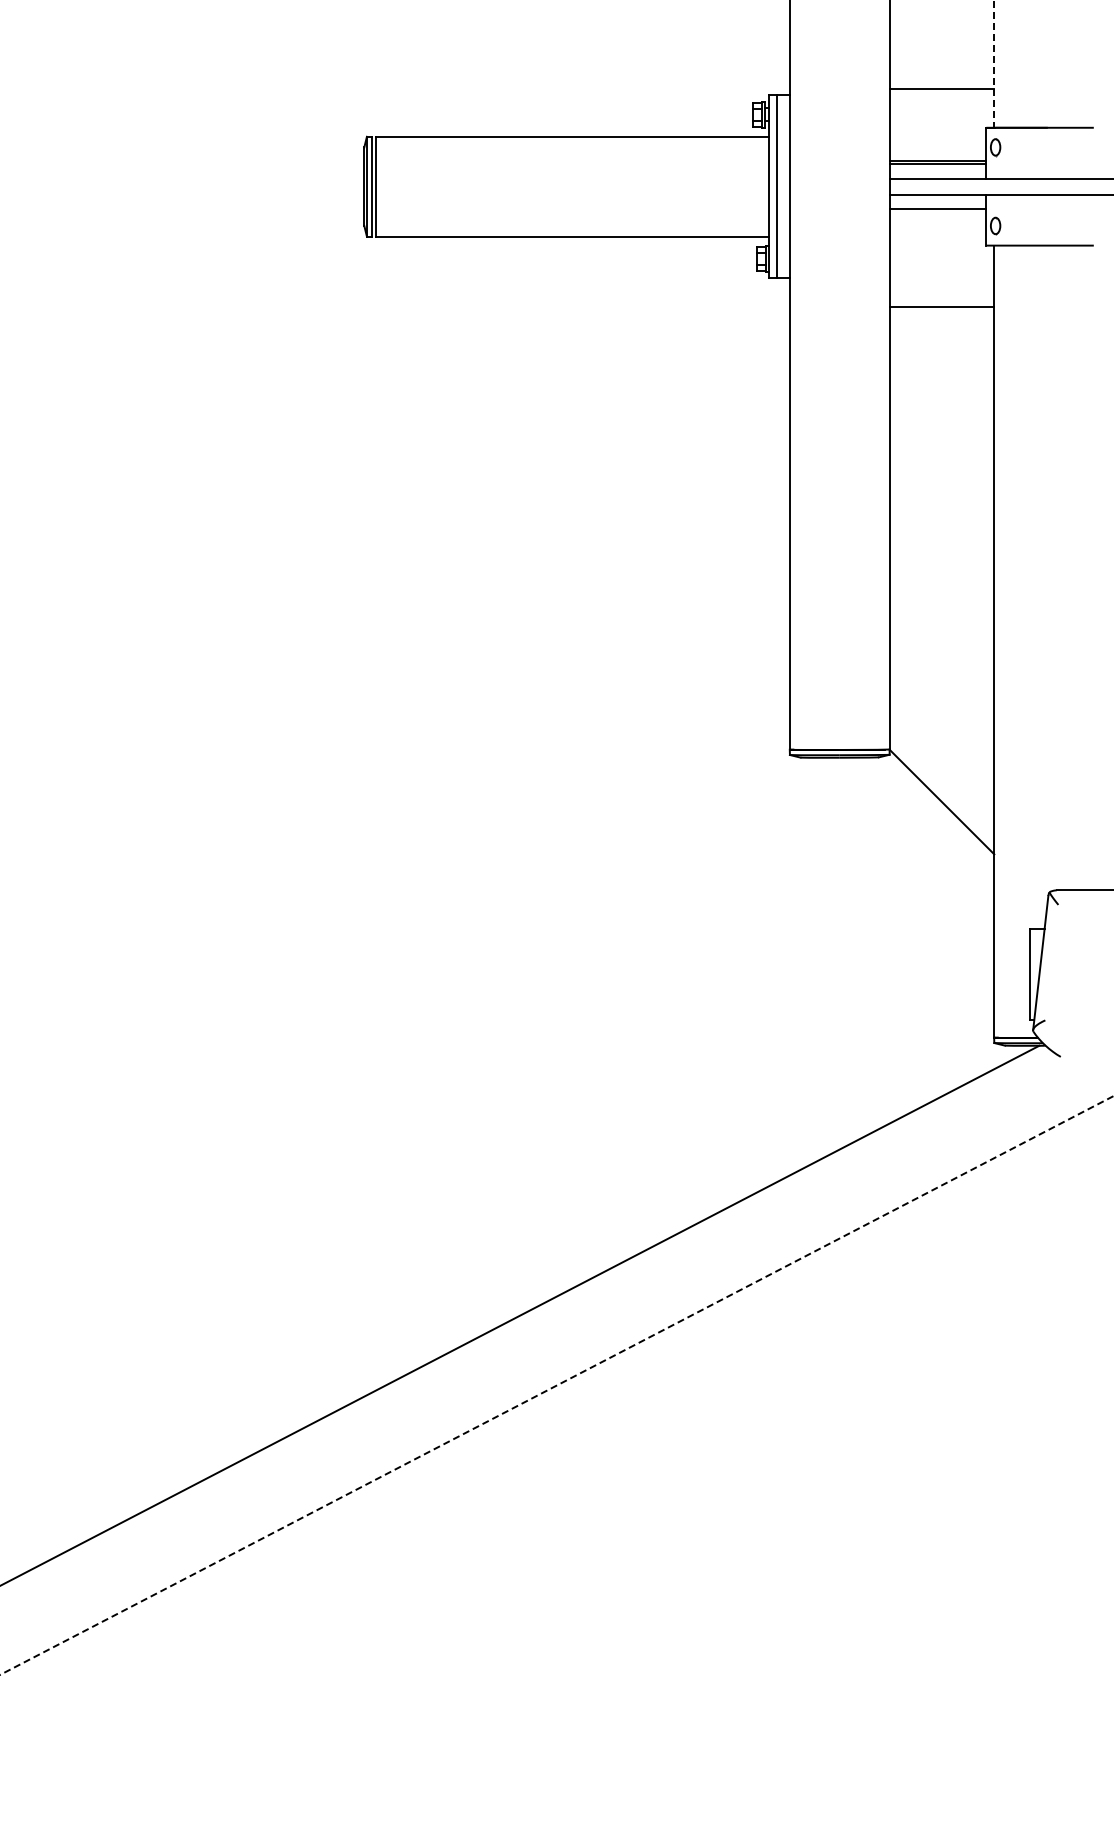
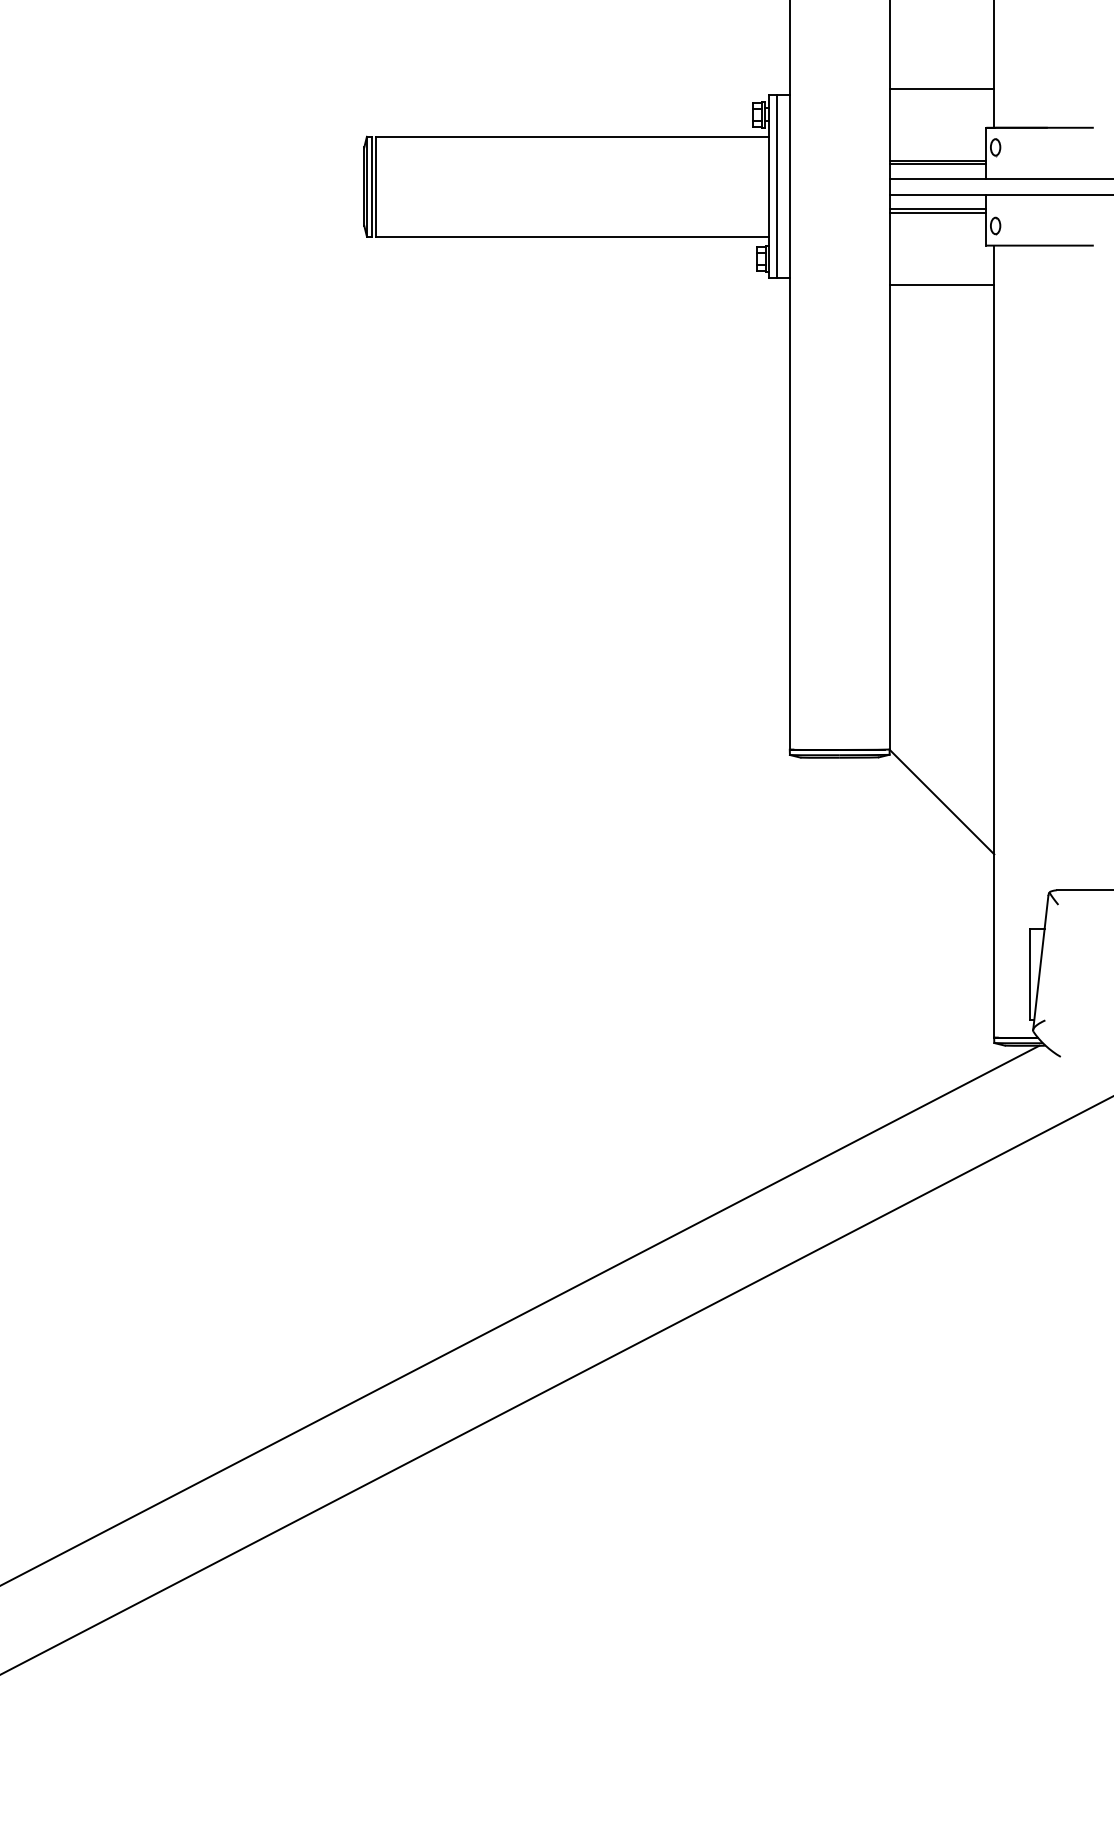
line at (994, 64): dashed -> solid
line at (937, 212): none -> present
line at (941, 306) position: (941, 306) -> (941, 284)
line at (557, 1385): dashed -> solid
